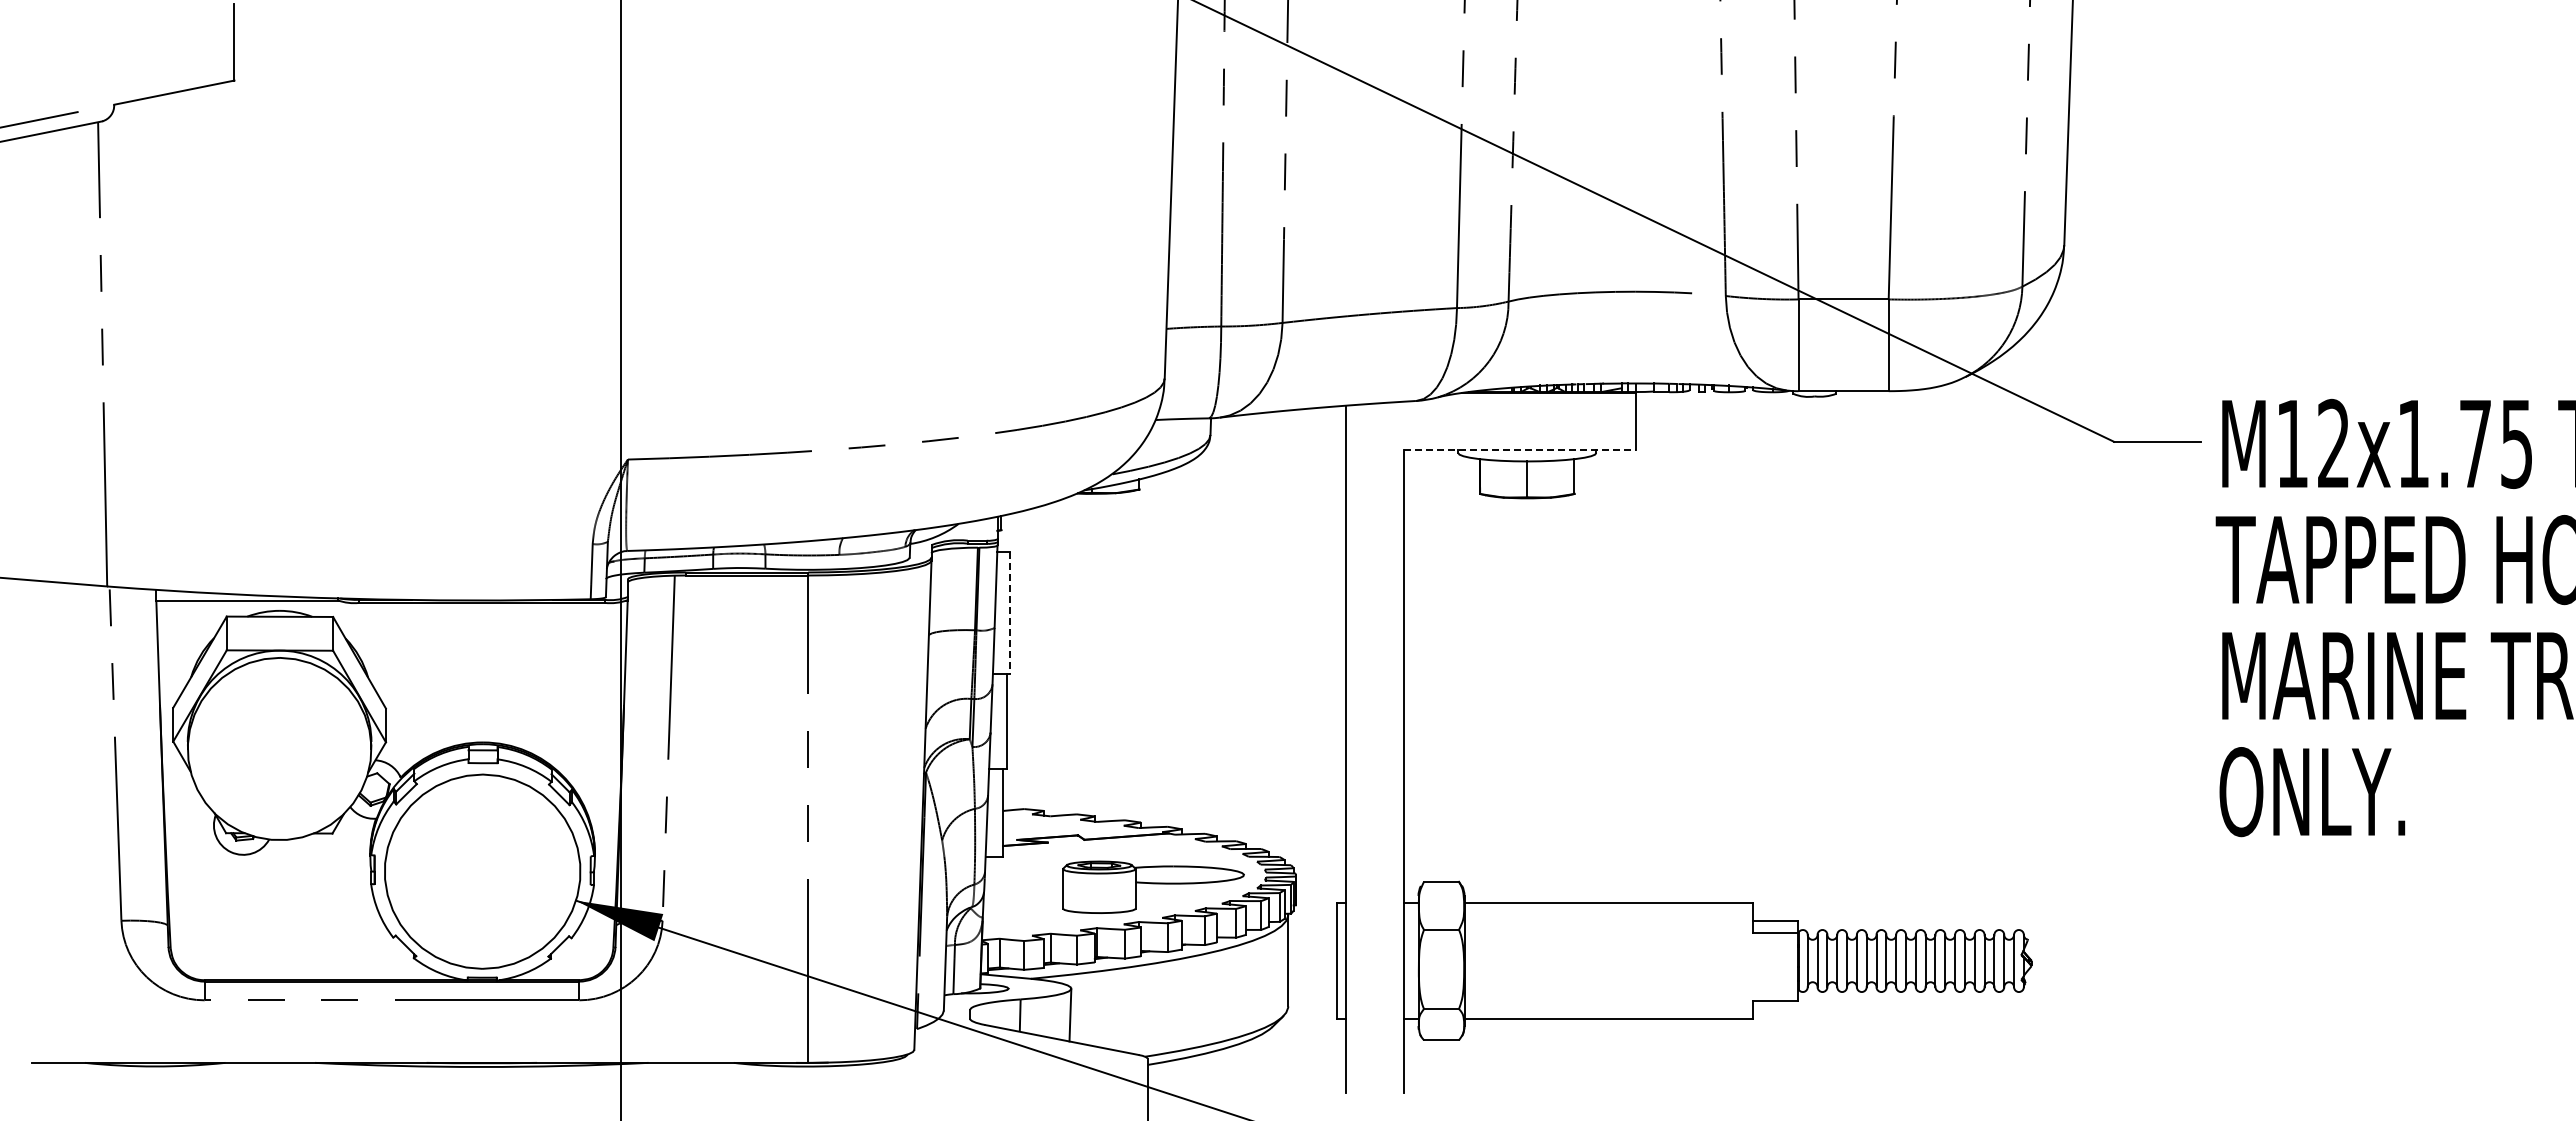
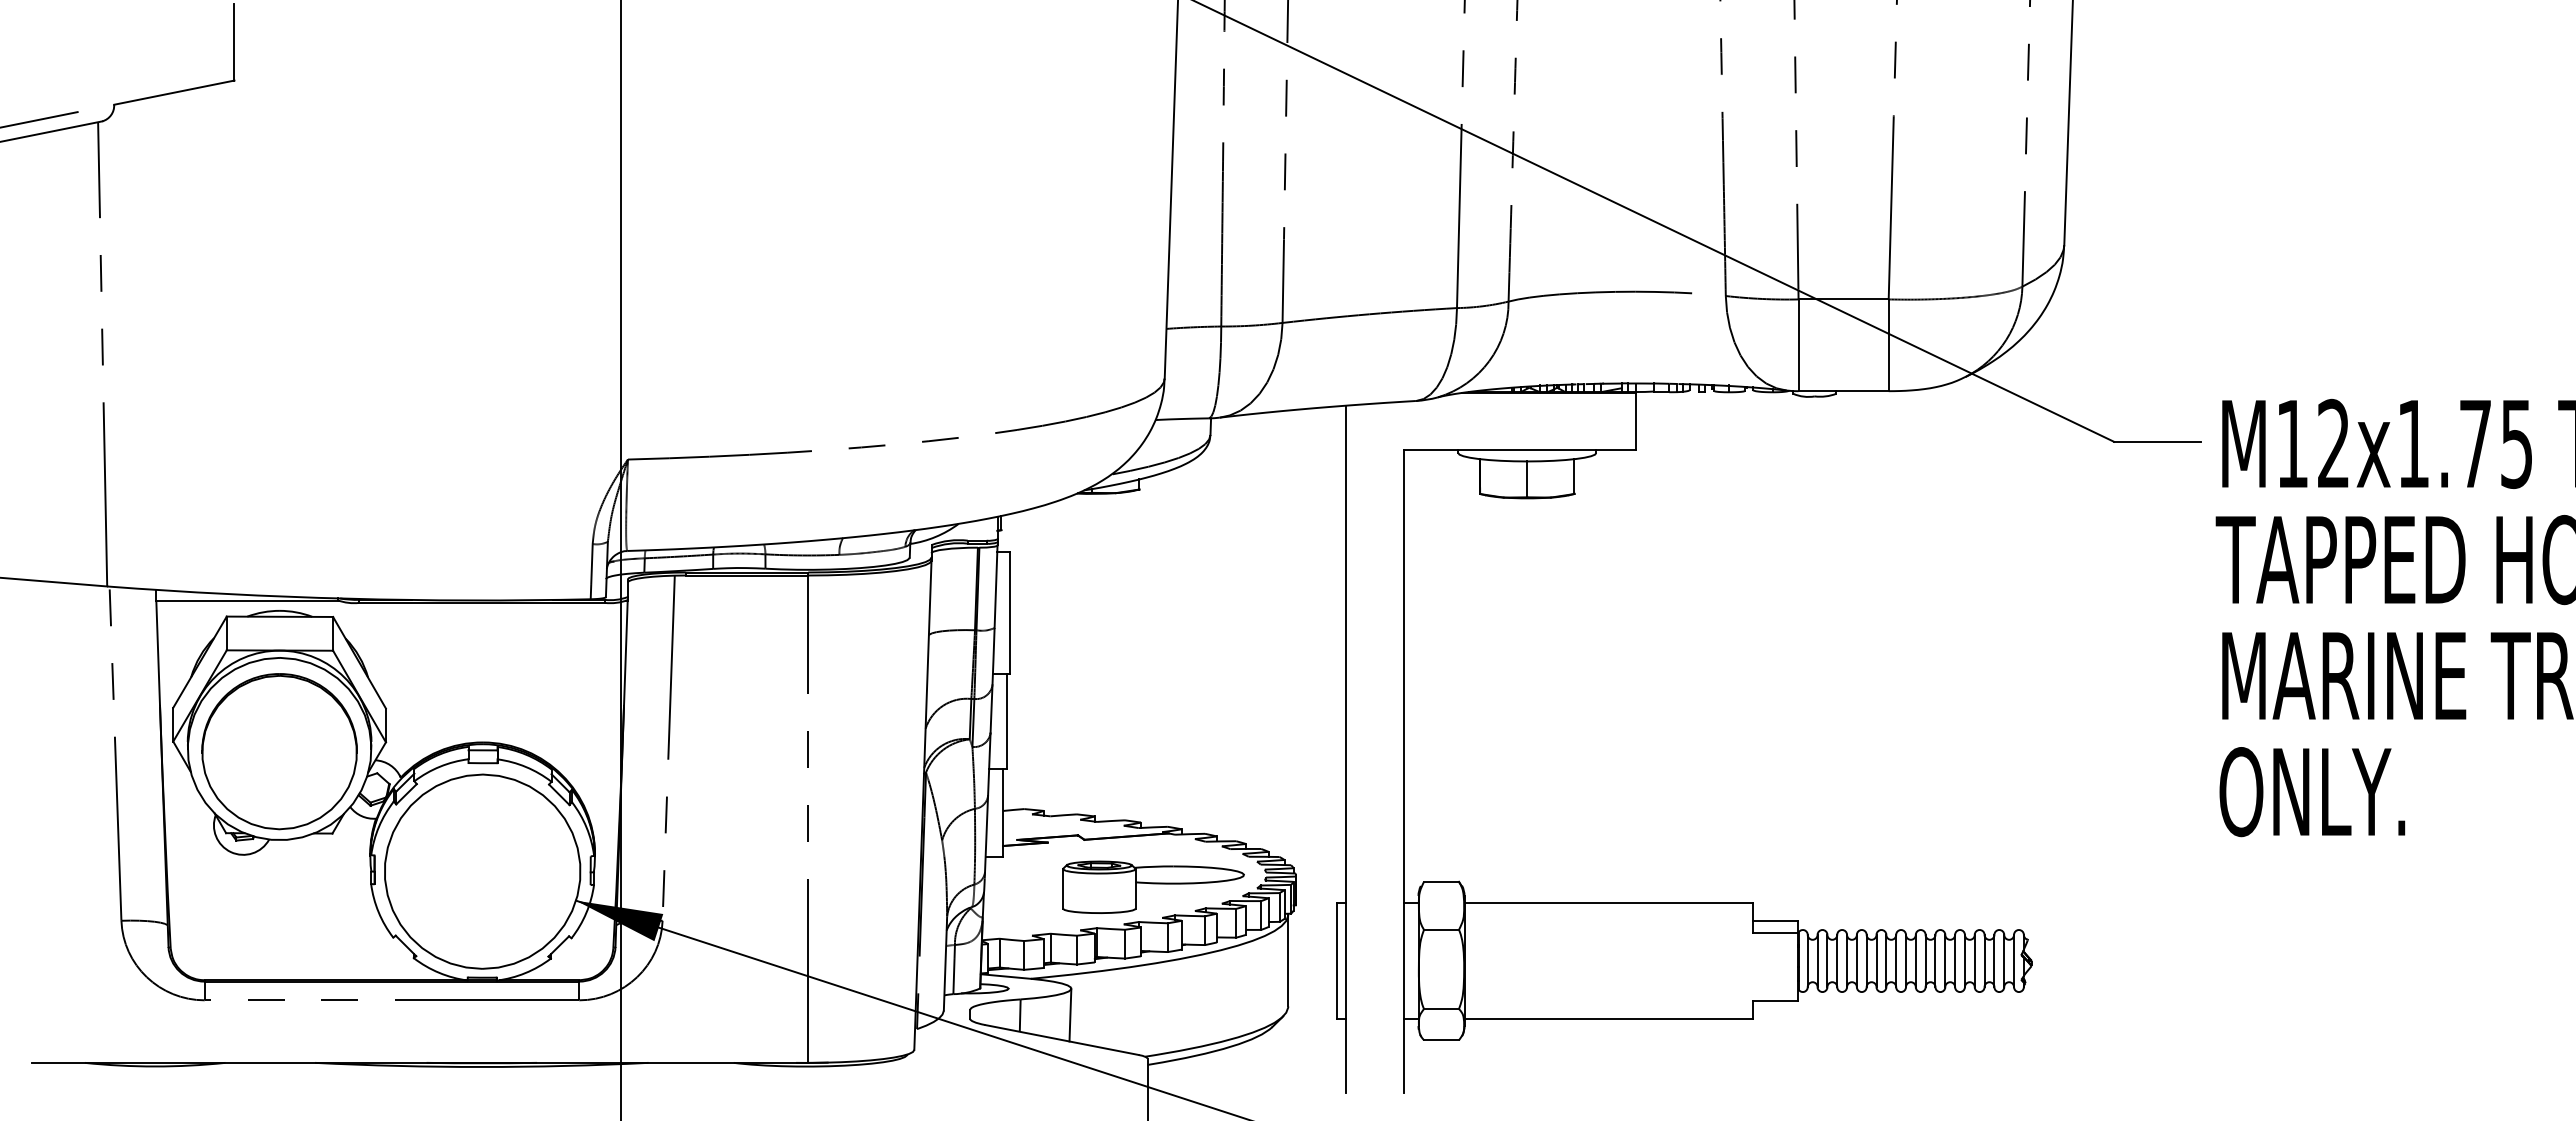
line at (1520, 450): dashed -> solid
line at (1010, 613): dashed -> solid
part at (279, 751): none -> present
